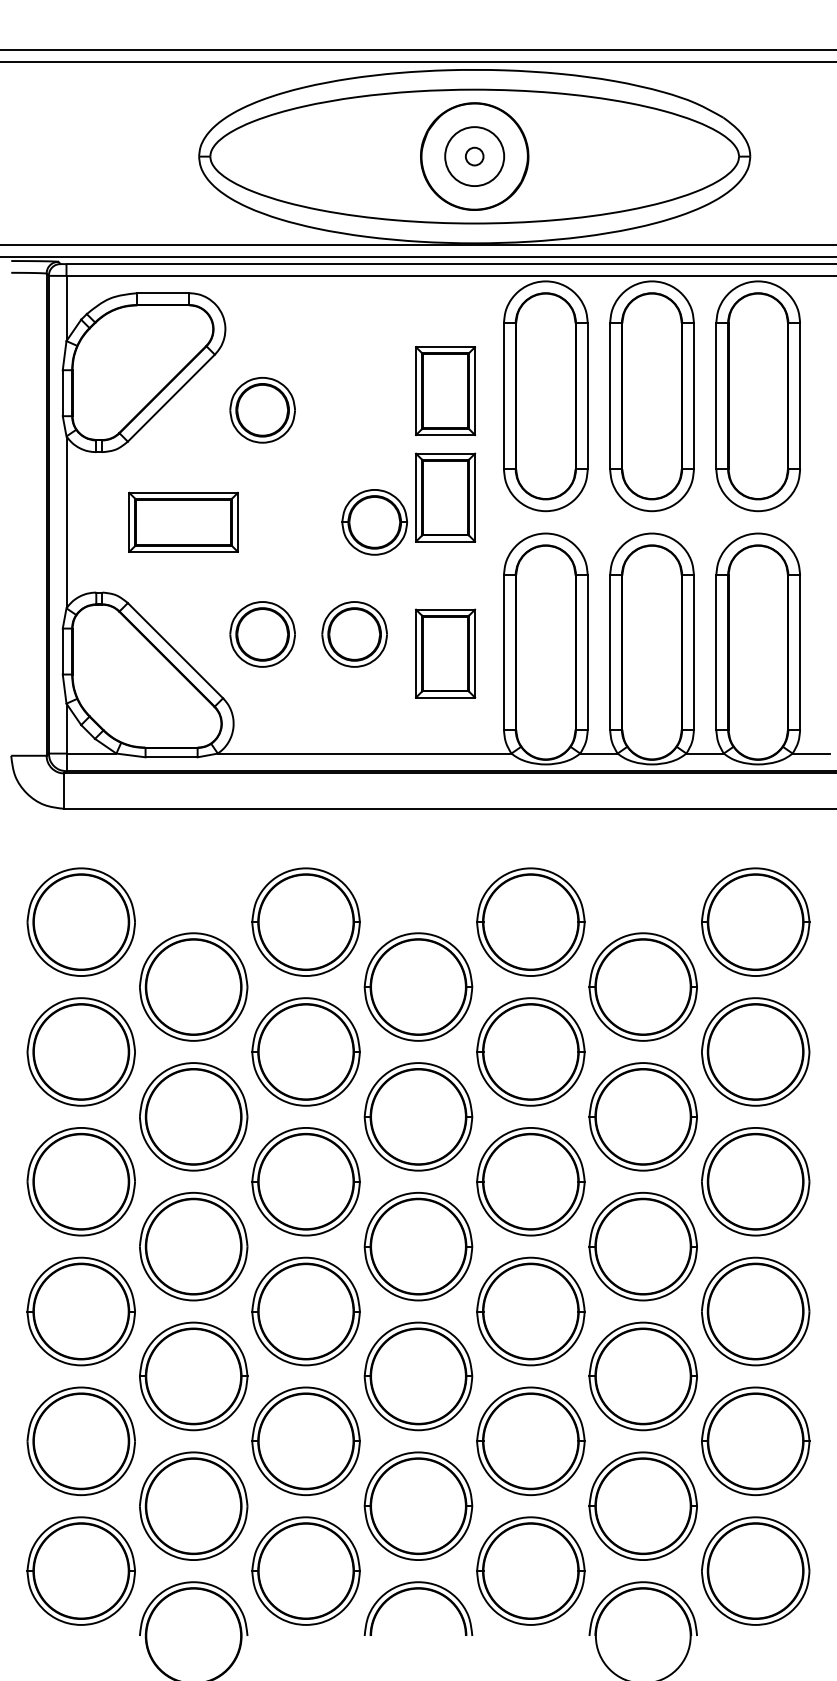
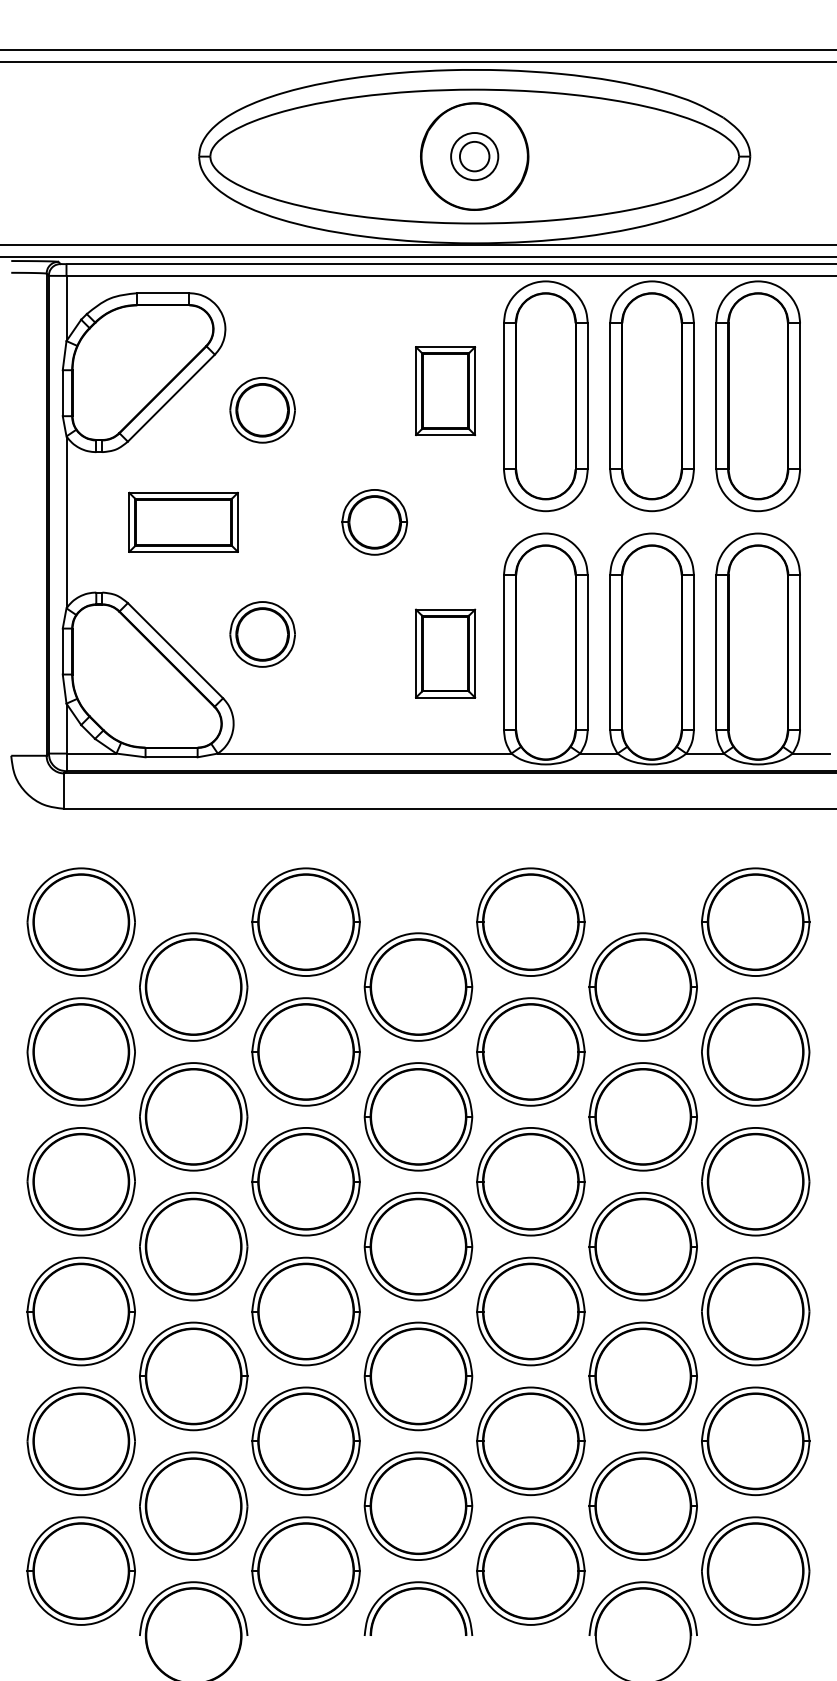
circle at (474, 156) diameter: 18 px -> 29 px
circle at (474, 156) diameter: 59 px -> 47 px
part at (445, 497): present -> none
part at (354, 634): present -> none
